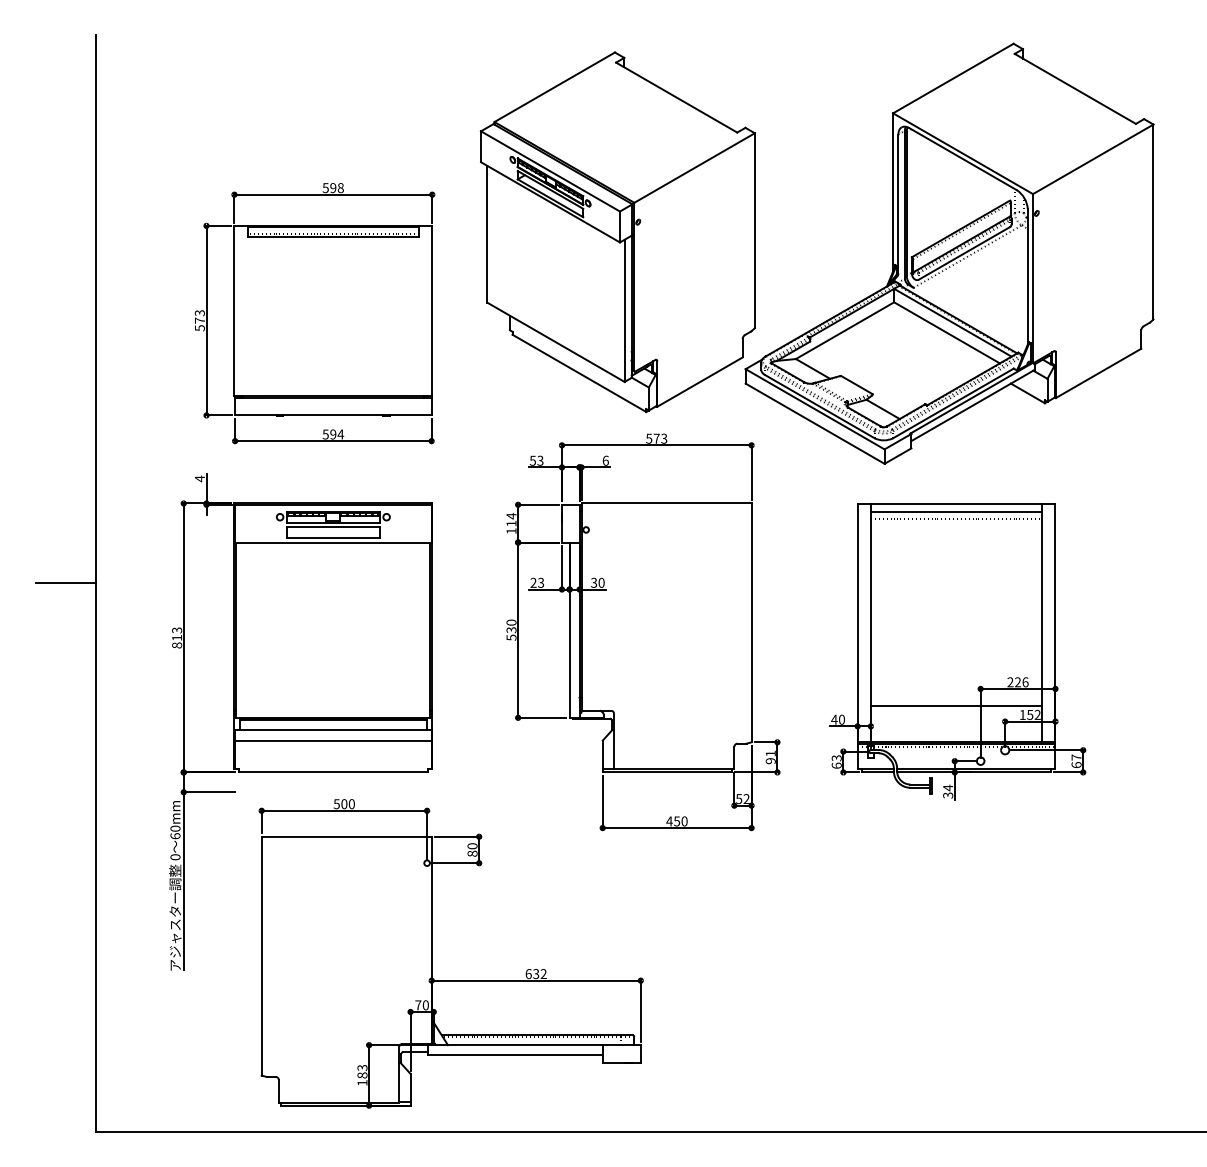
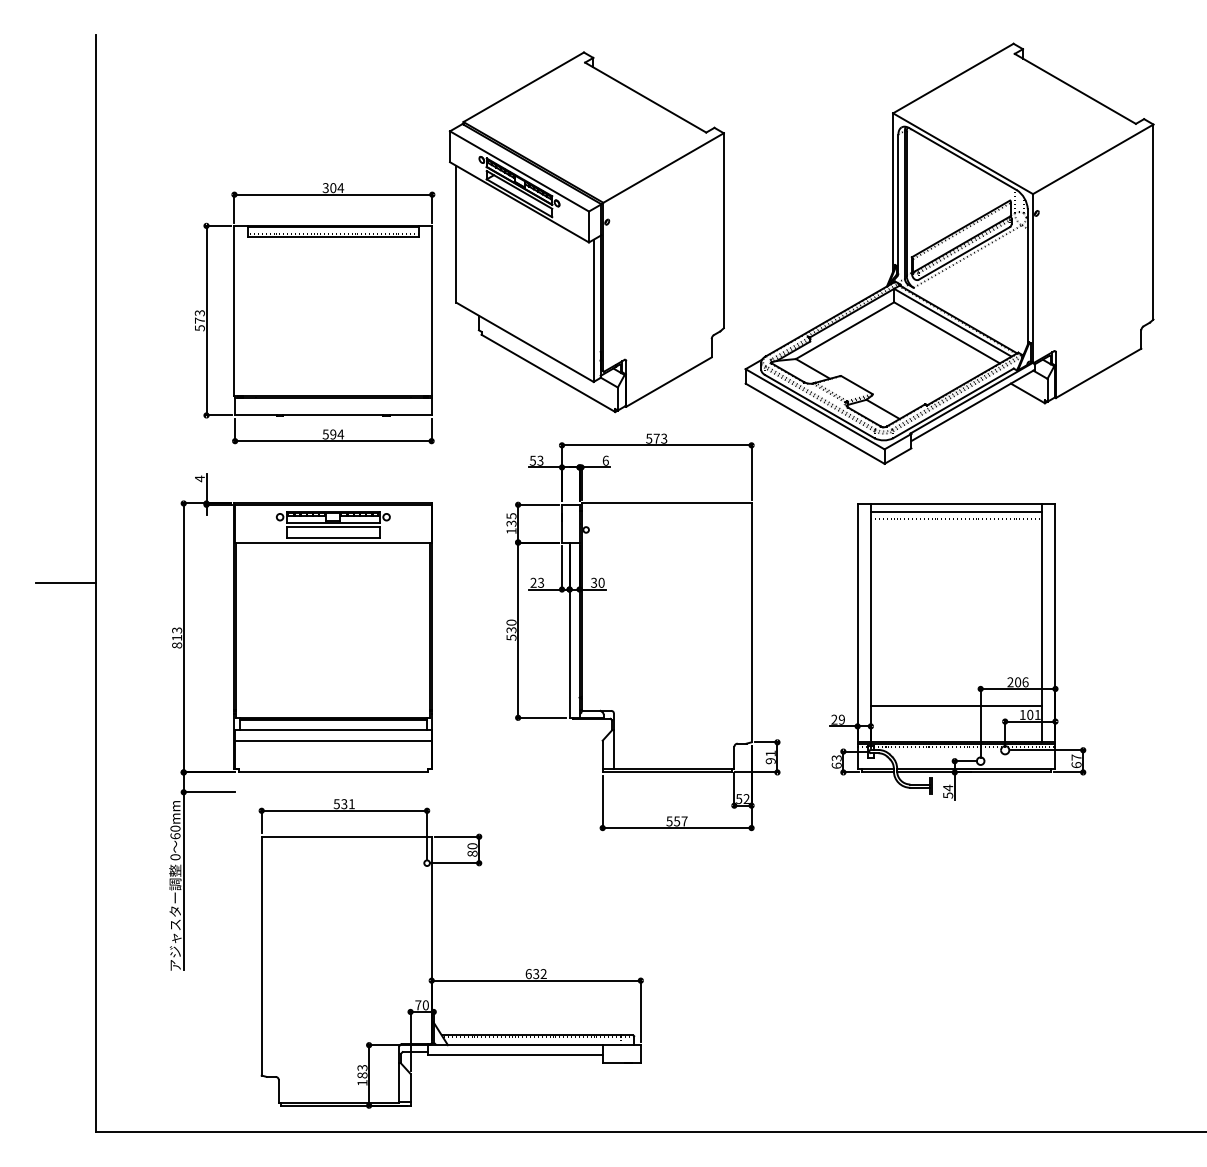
text at (333, 188): 598 -> 304
part at (617, 232) position: (617, 232) -> (586, 232)
text at (511, 519): 114 -> 135
text at (1018, 682): 226 -> 206
text at (1033, 714): 152 -> 101
text at (837, 719): 40 -> 29
text at (947, 795): 34 -> 54
text at (347, 804): 500 -> 531
text at (676, 821): 450 -> 557
